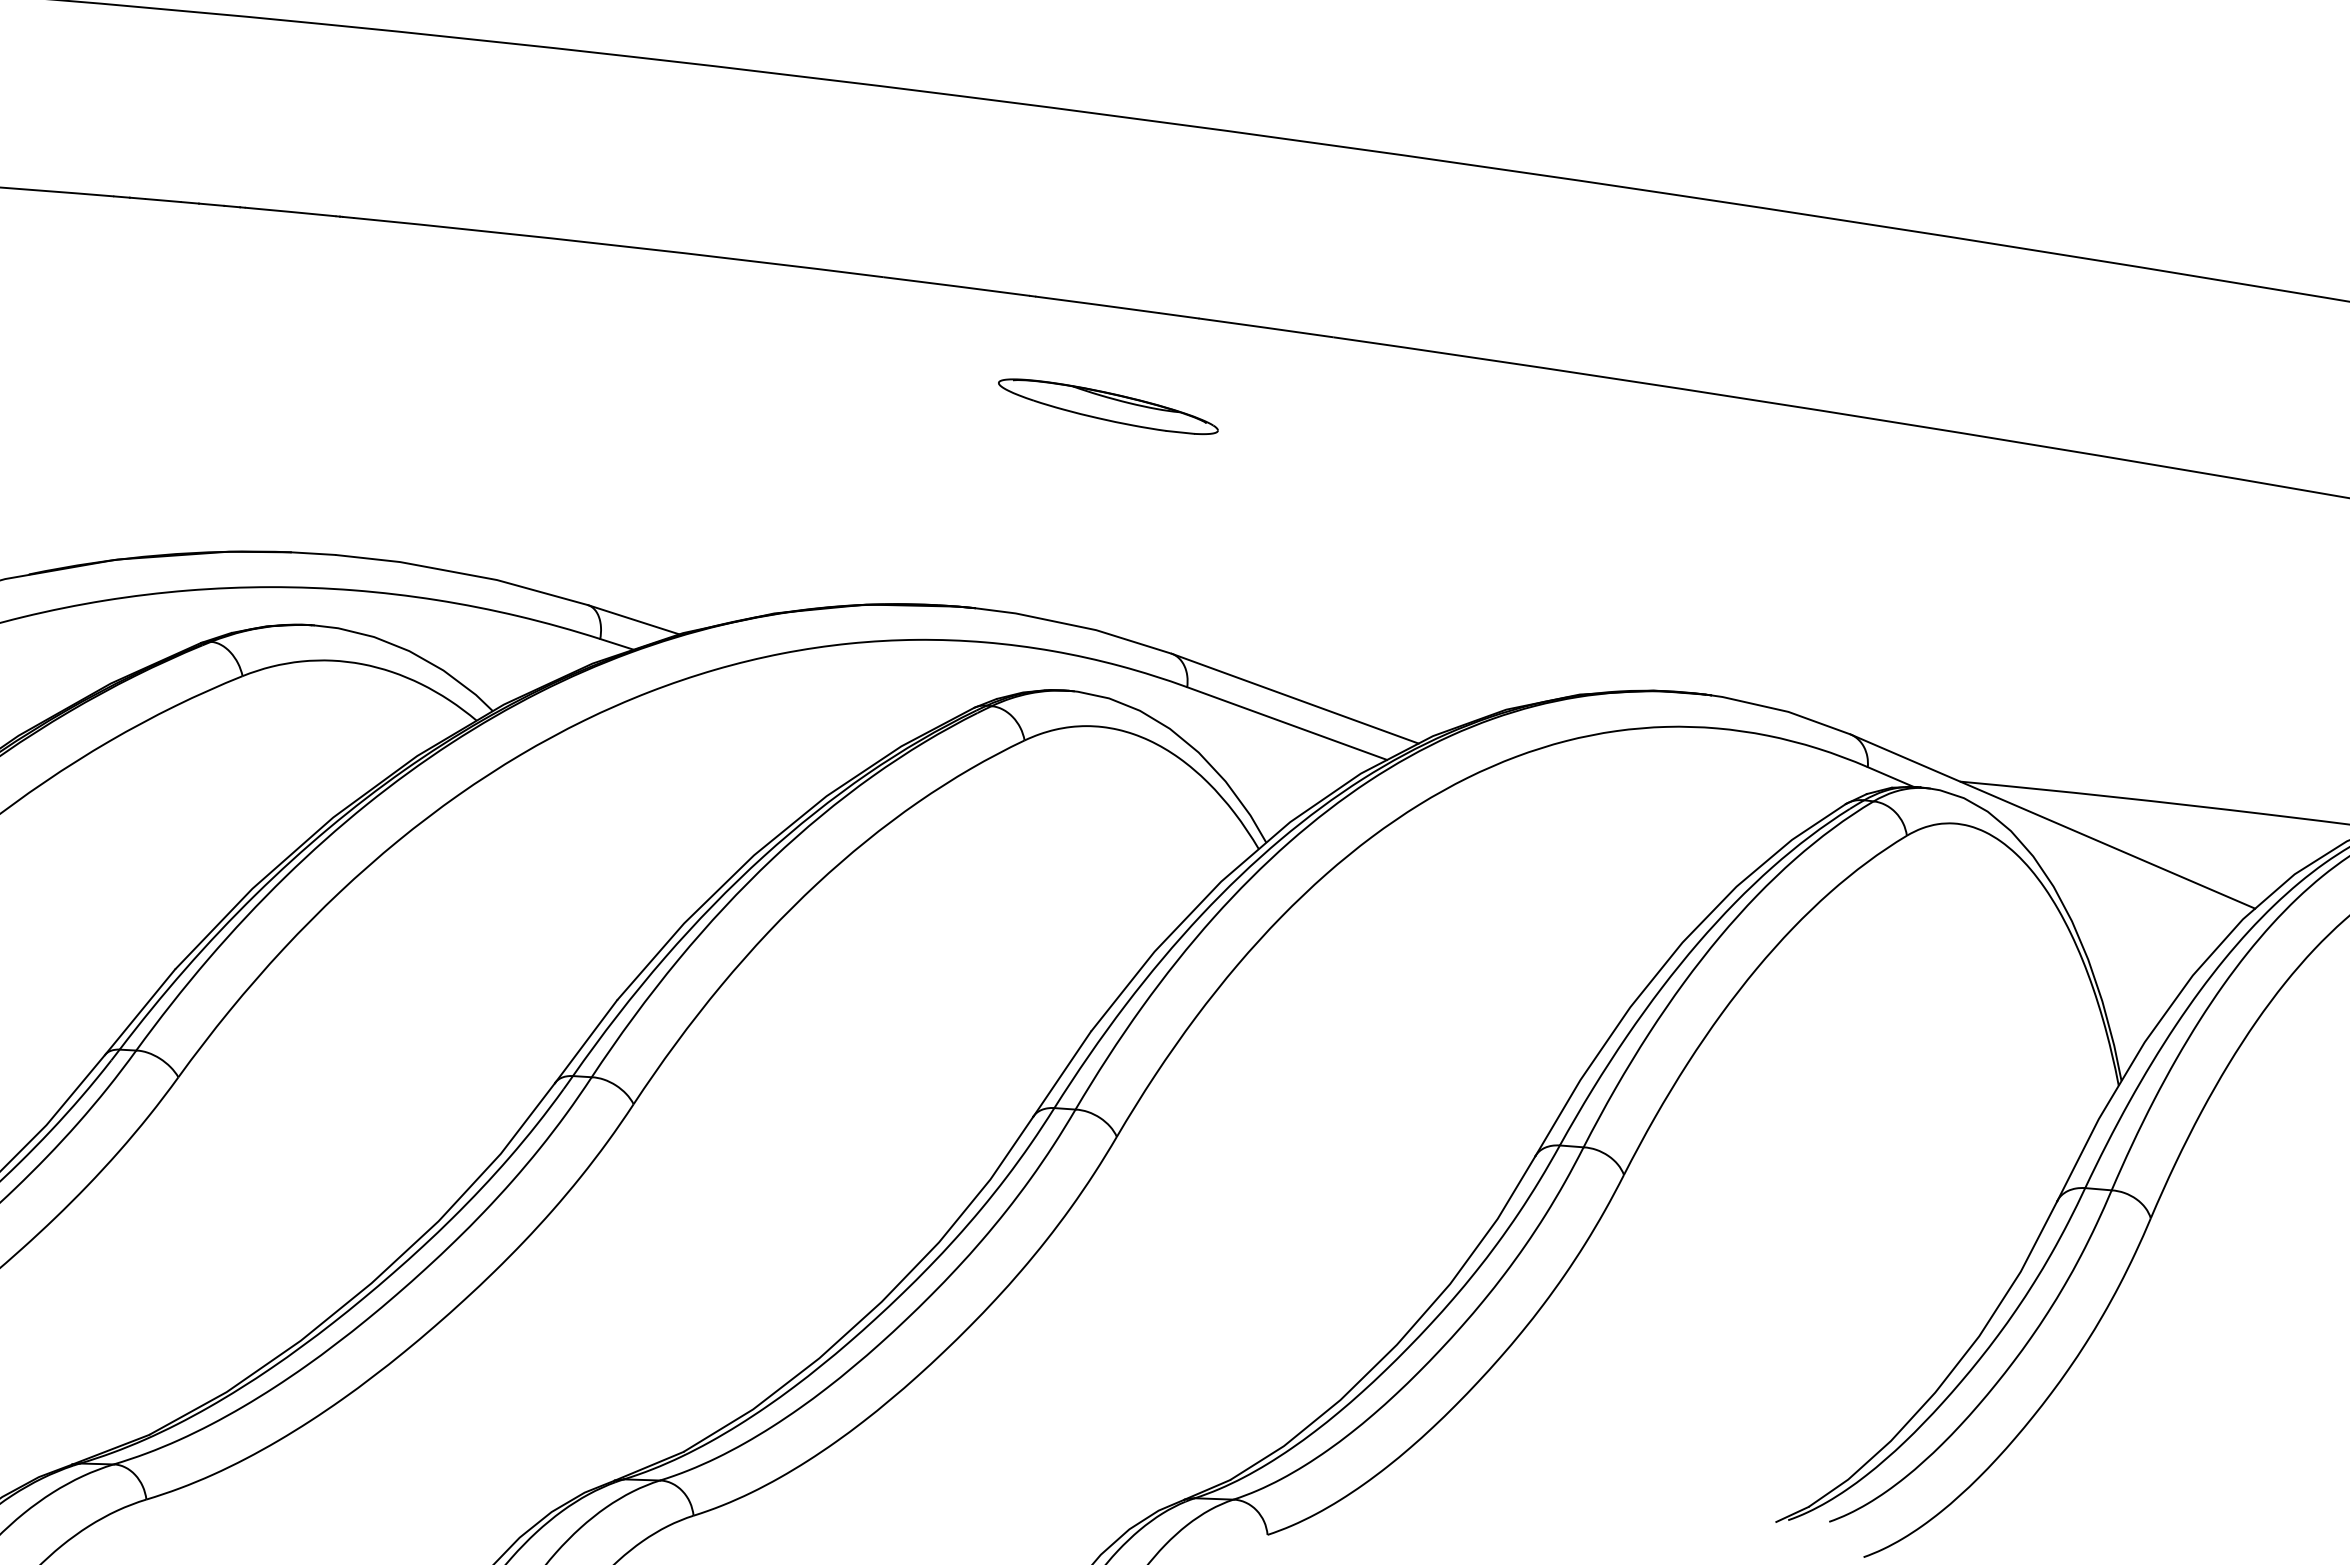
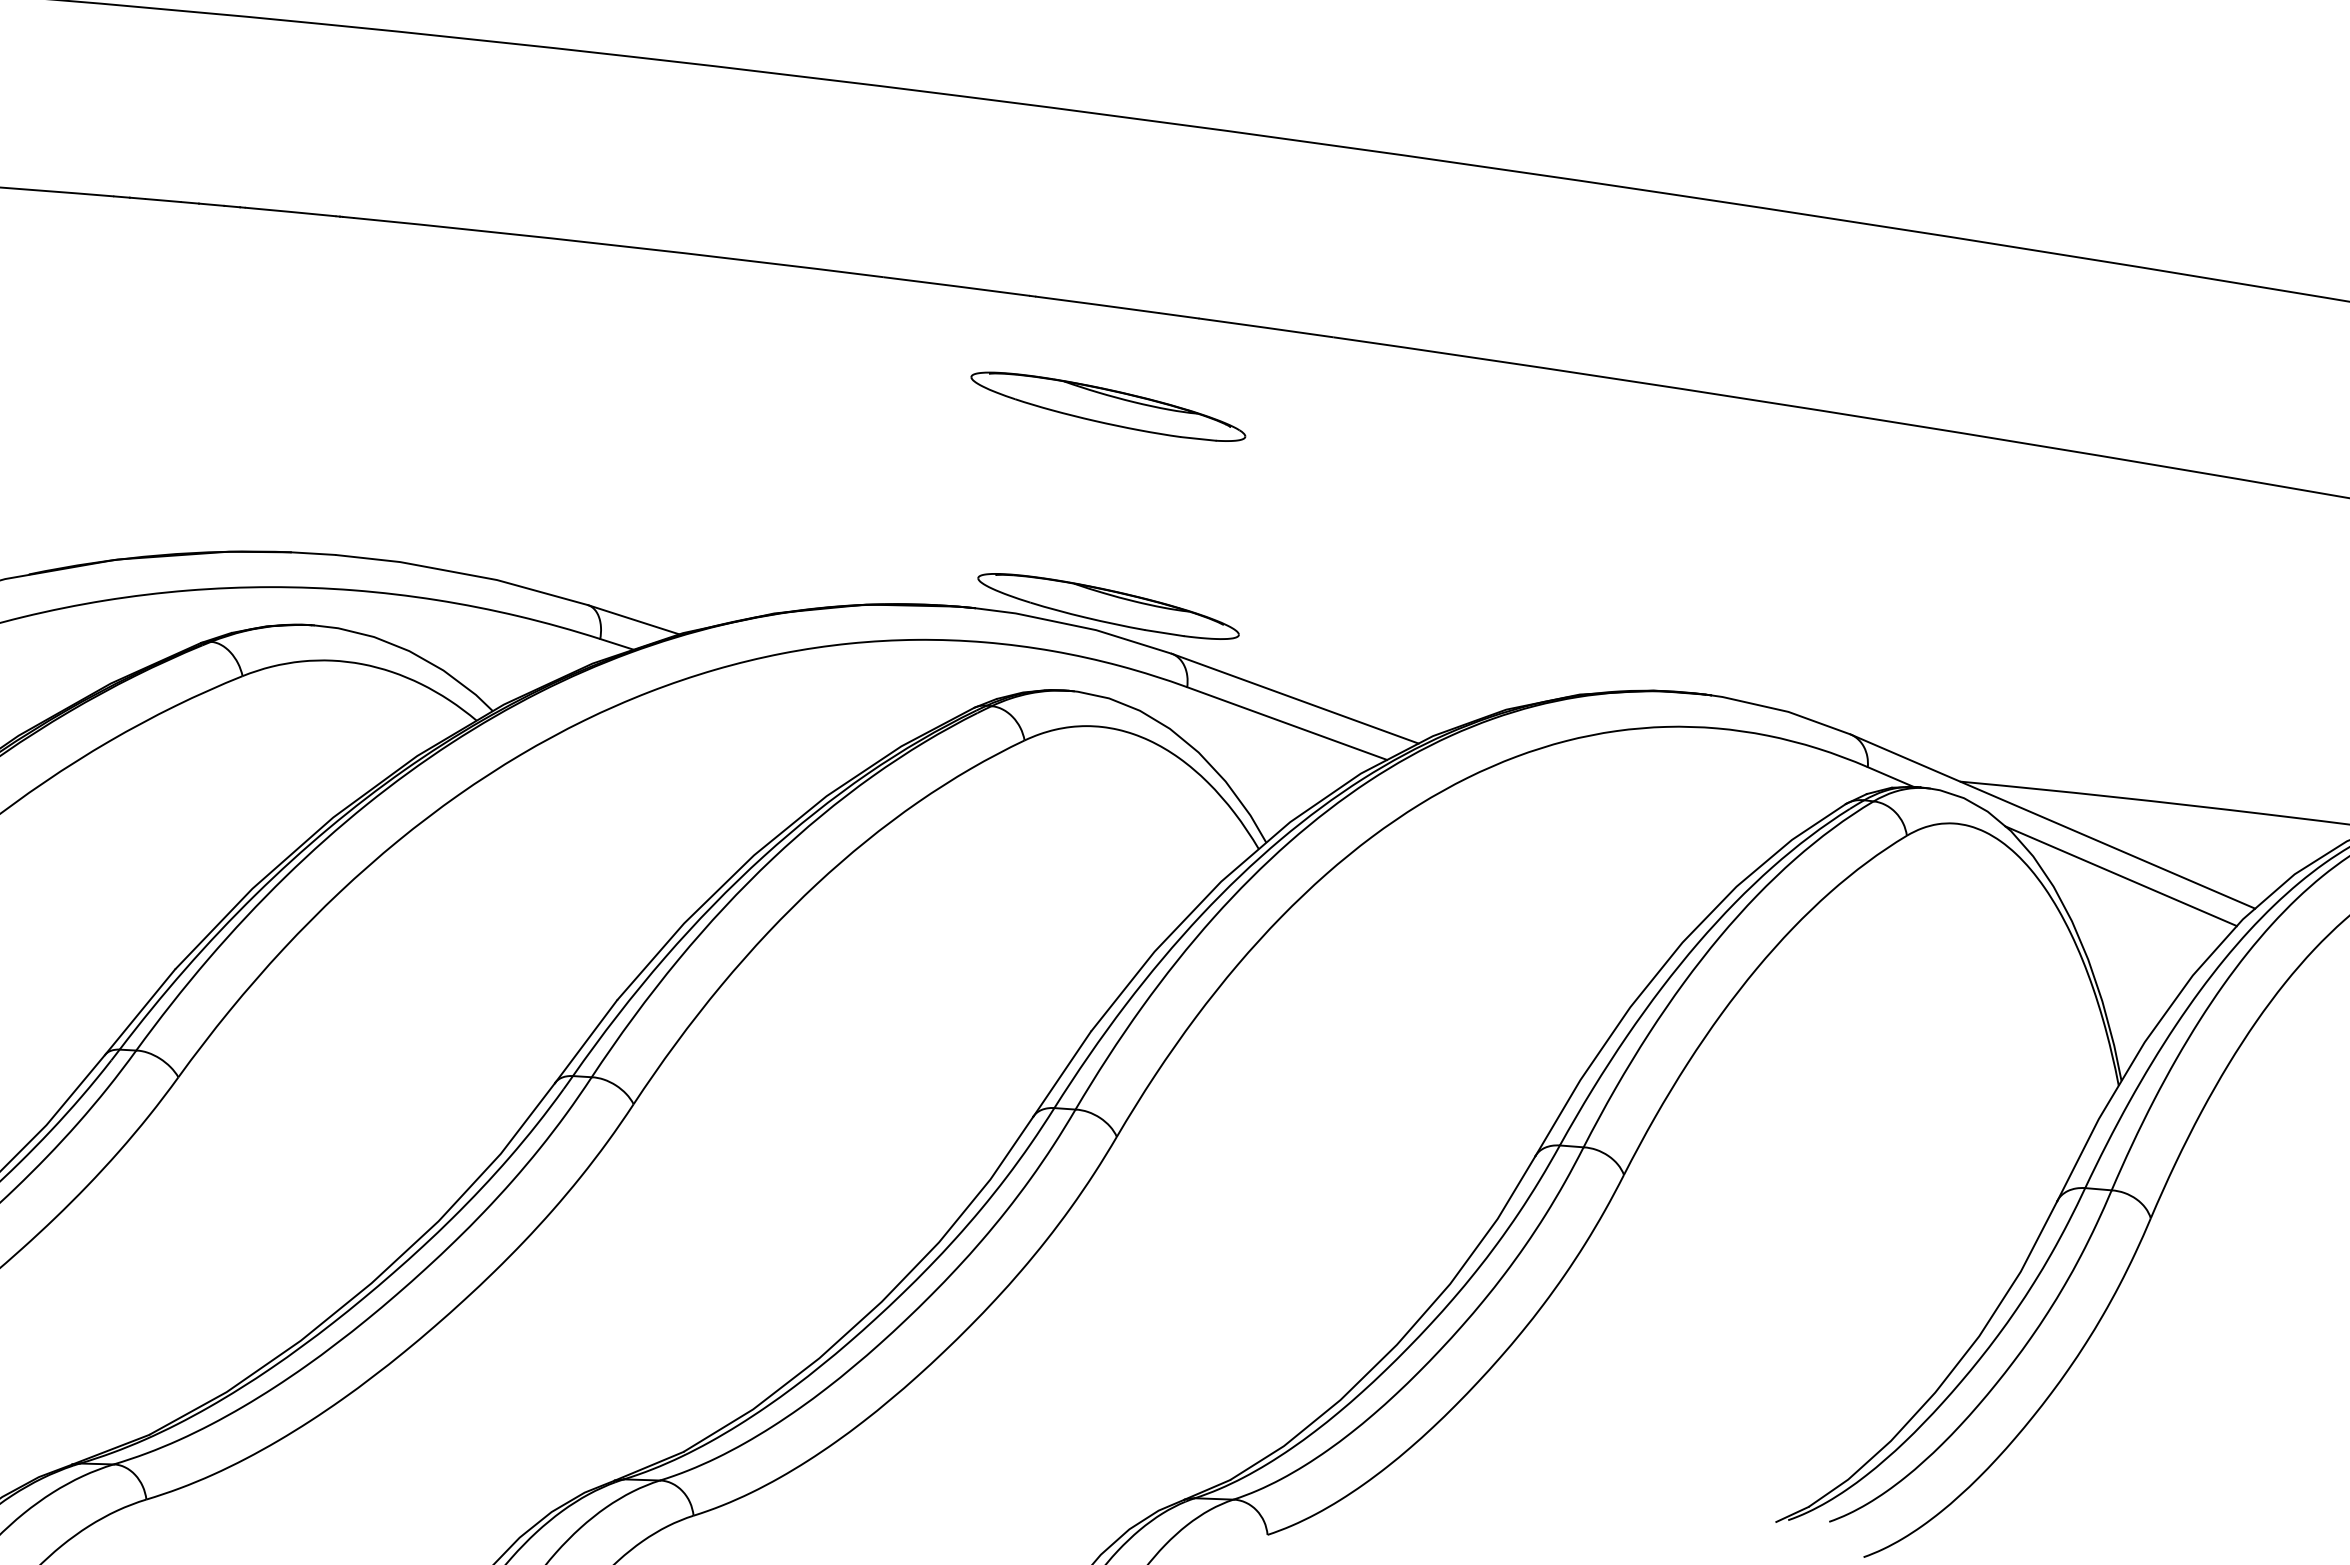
part at (1108, 406) size: 221x58 px -> 277x71 px
part at (1108, 606): none -> present
line at (2120, 876): none -> present
